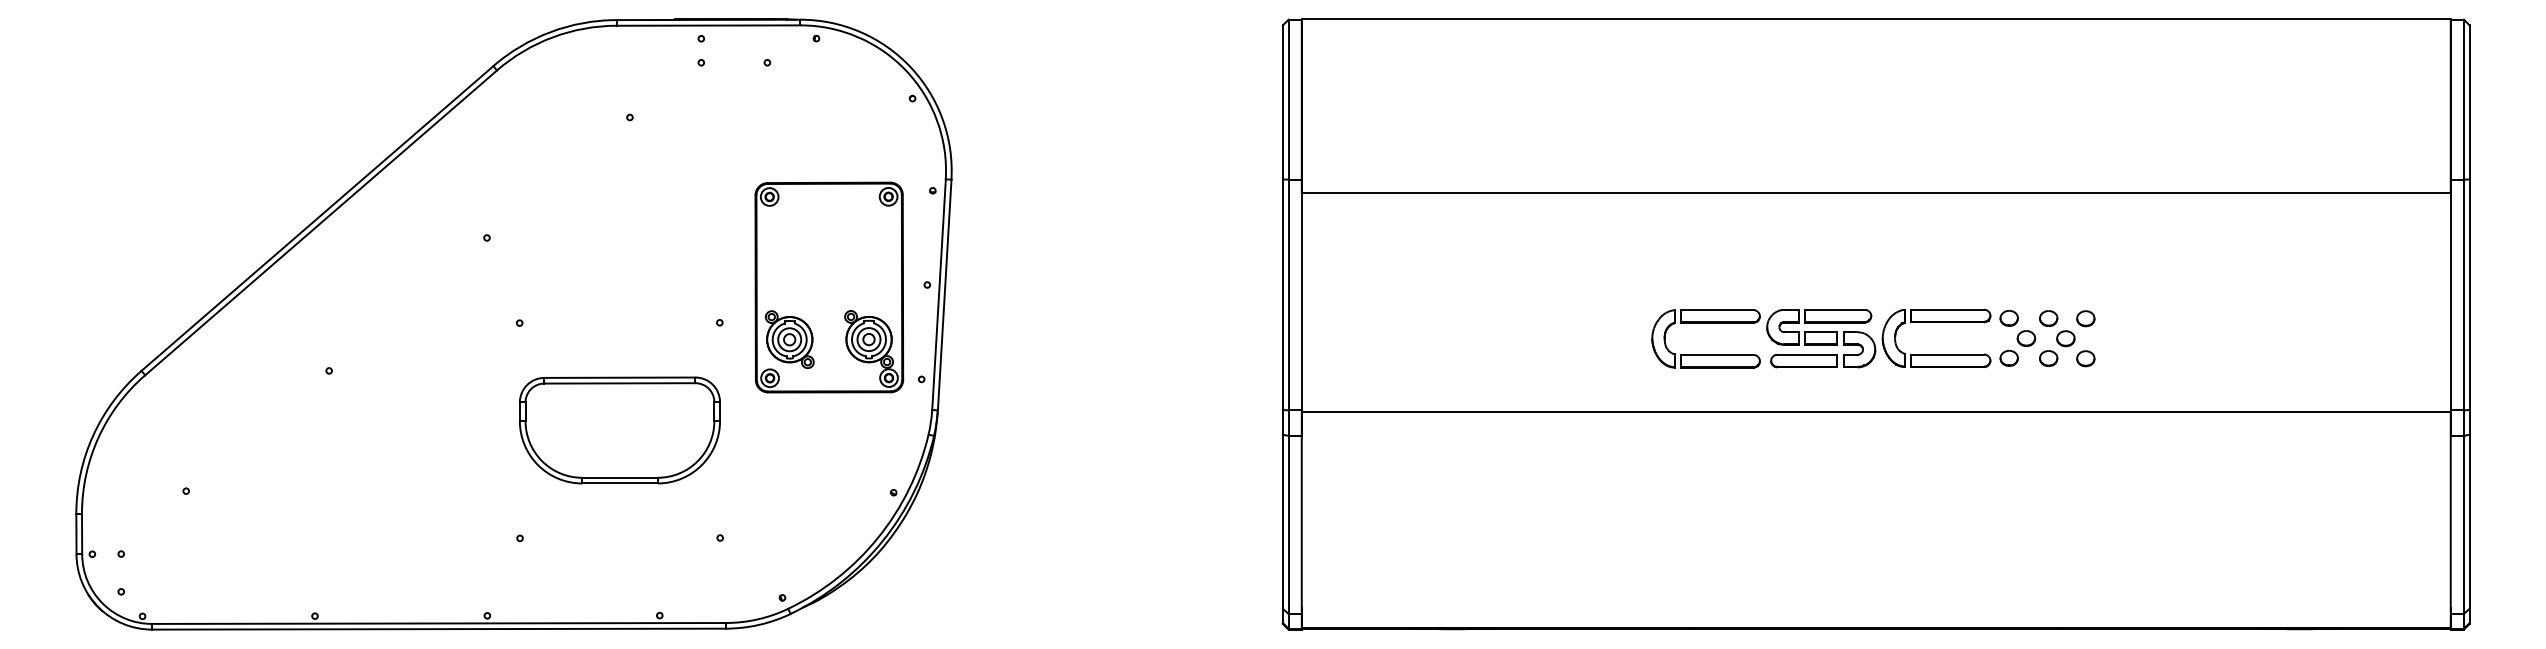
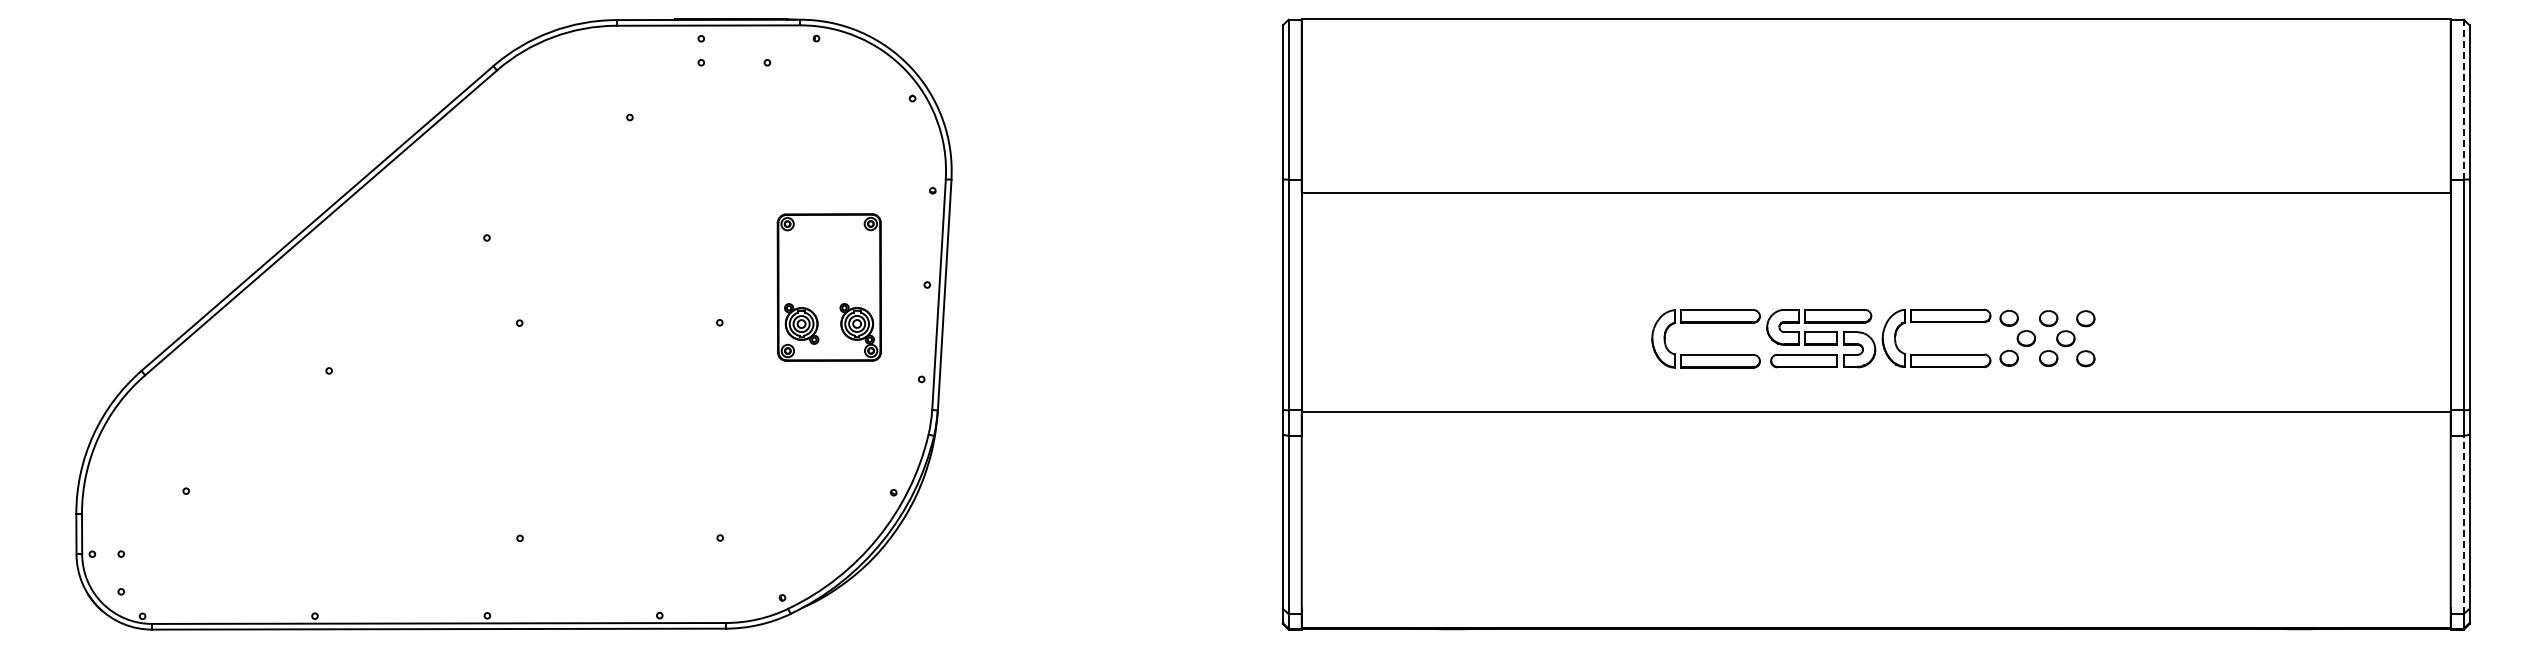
line at (2463, 99): solid -> dashed
part at (829, 287) size: 151x213 px -> 106x149 px
part at (619, 430): present -> none
line at (2463, 524): solid -> dashed
